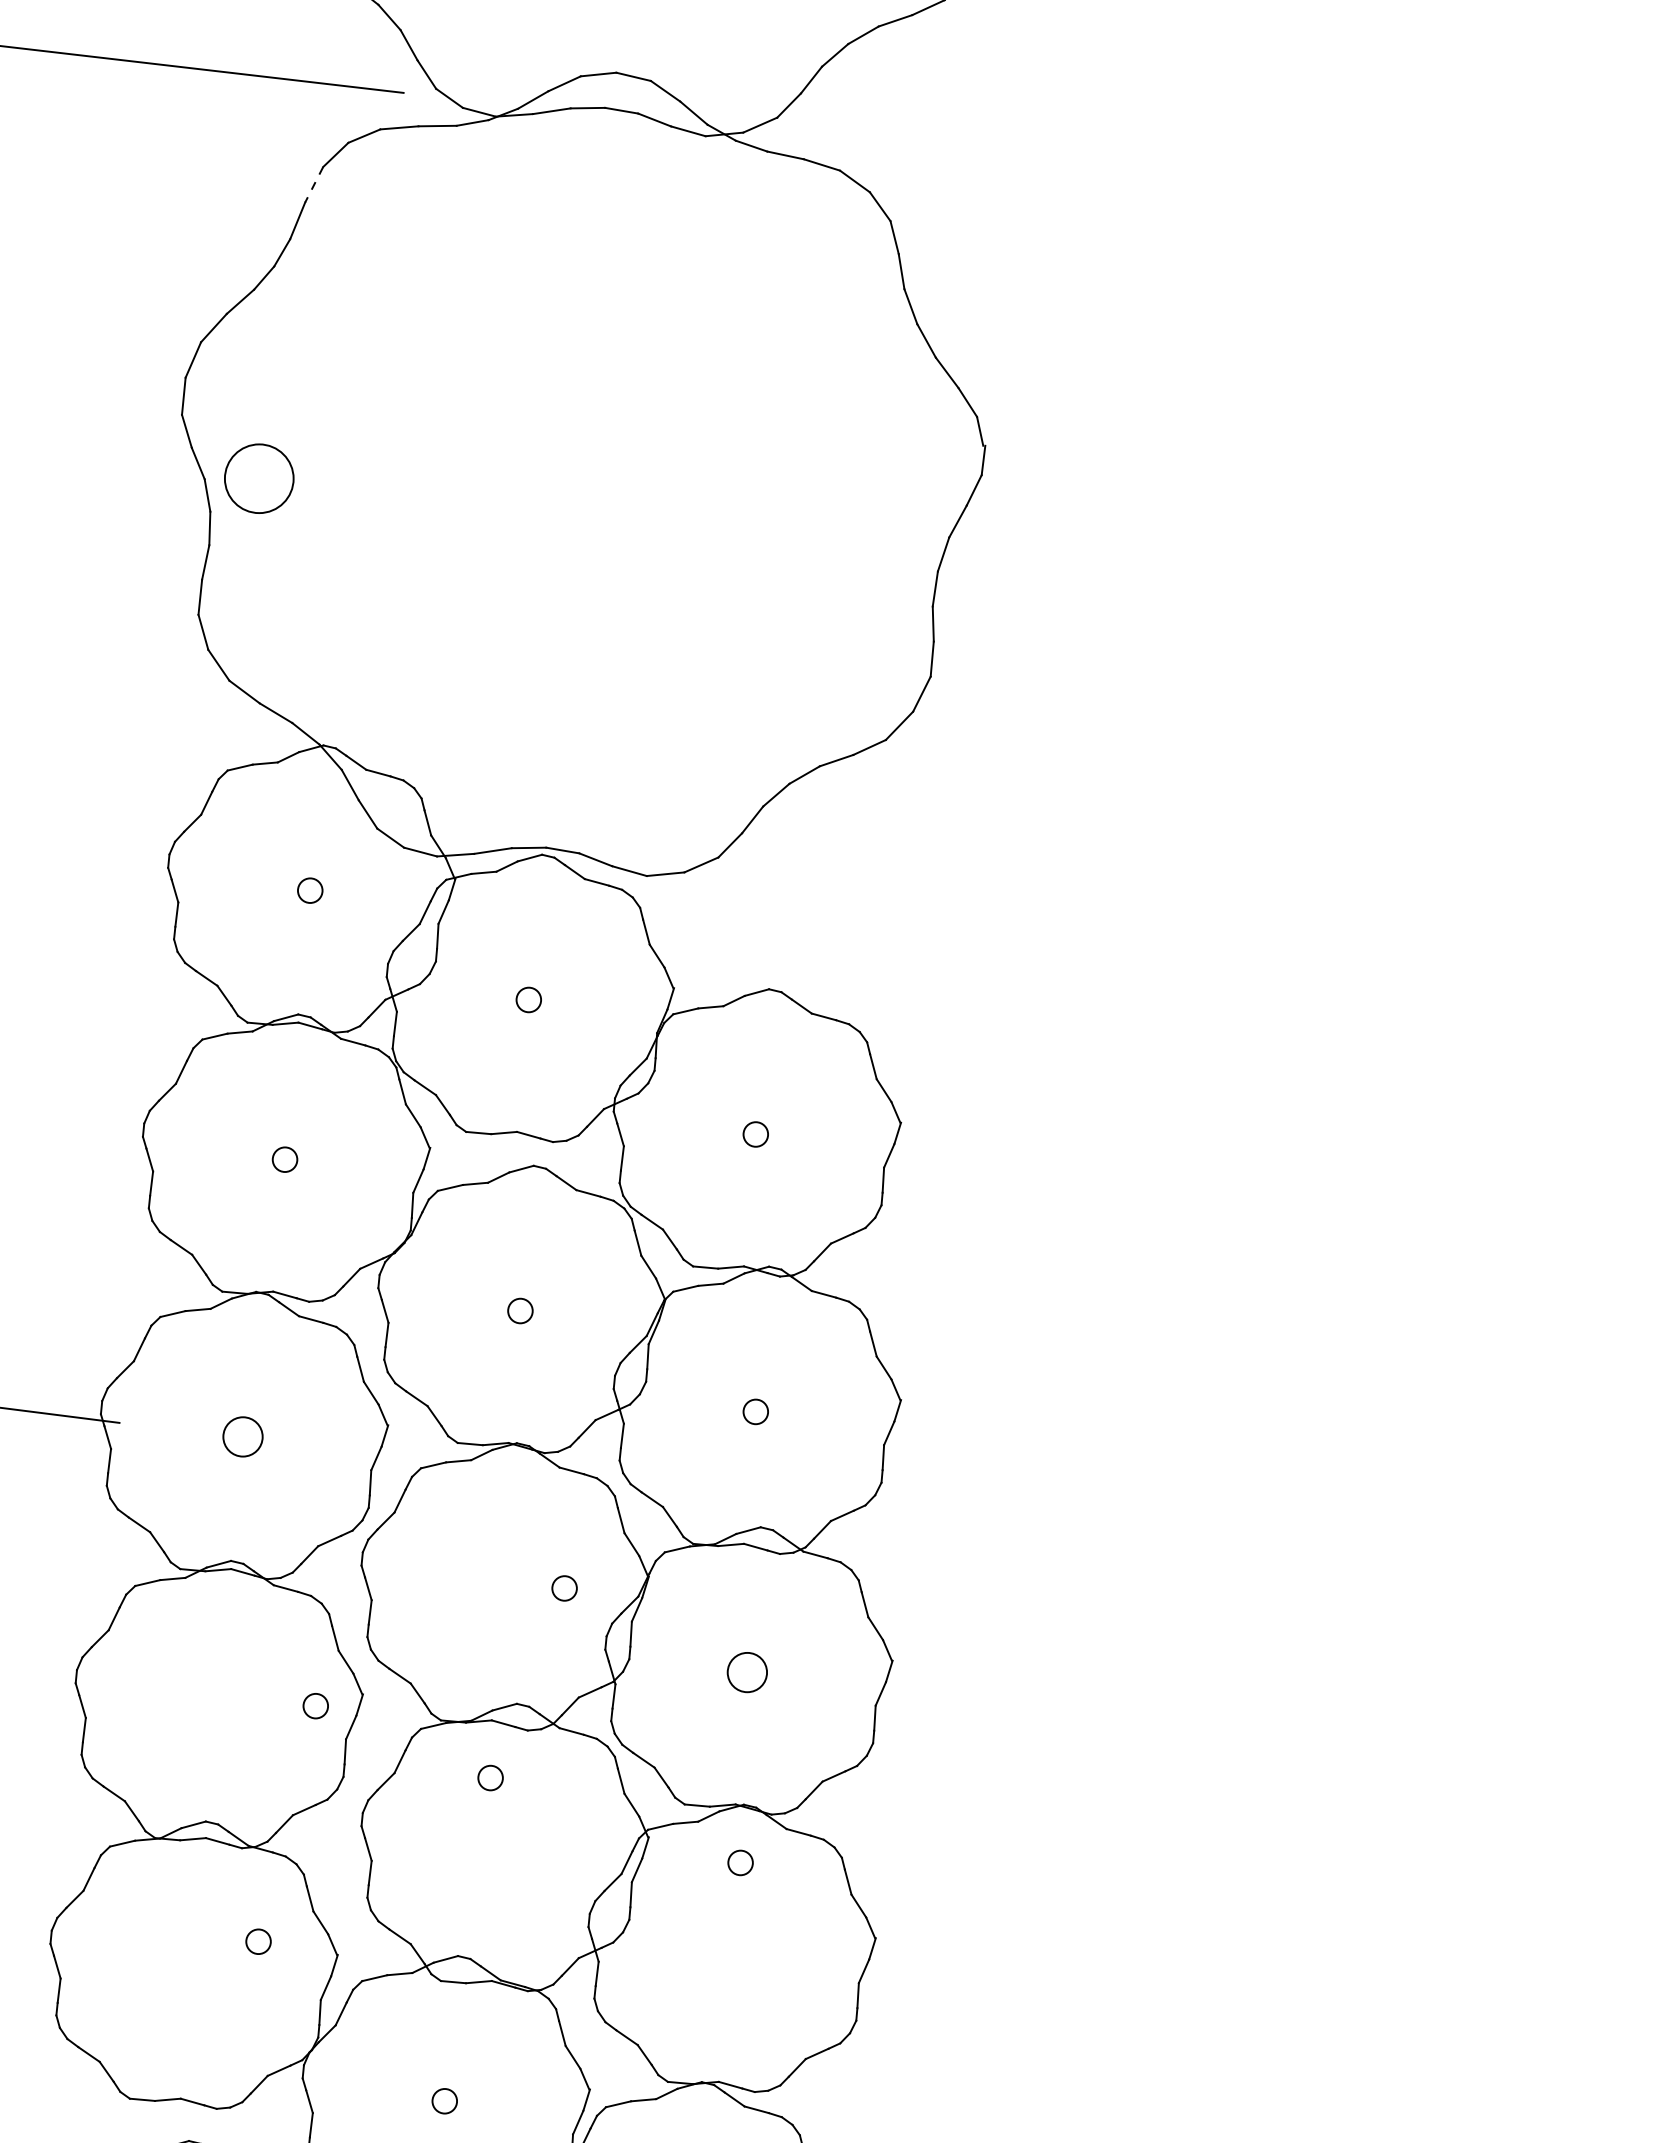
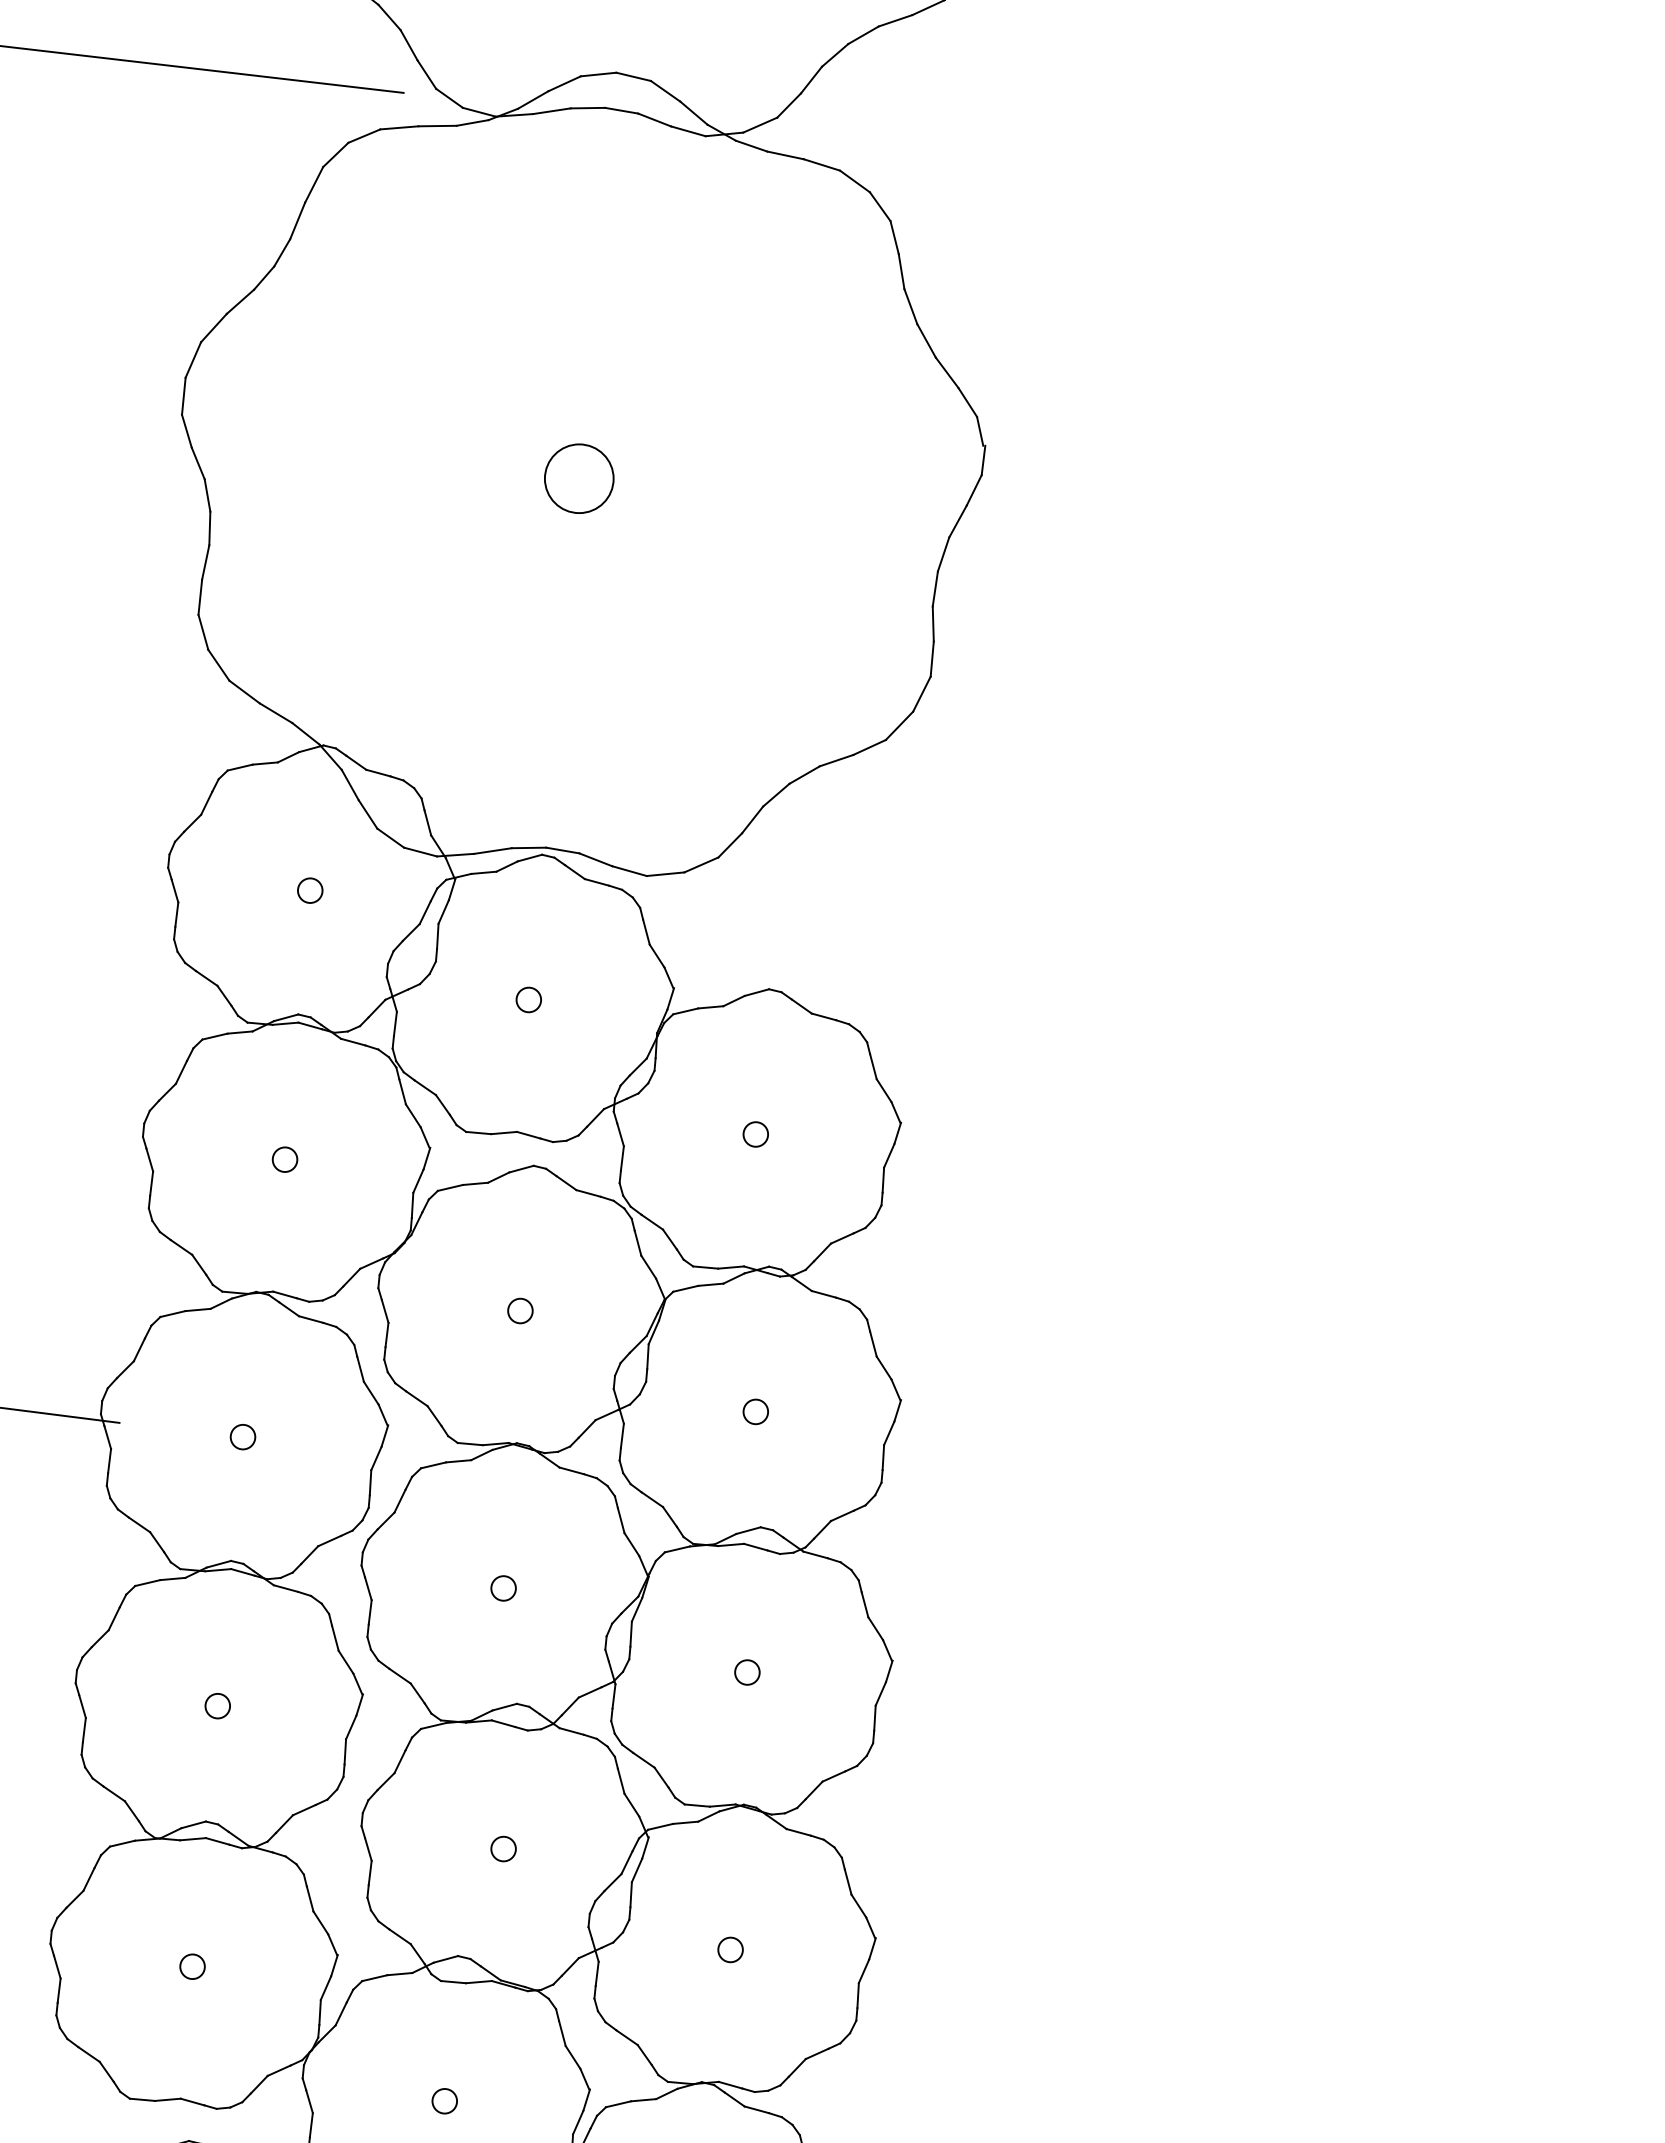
line at (314, 184): dashed -> solid
circle at (259, 478) position: (259, 478) -> (579, 478)
circle at (242, 1436) size: 42x42 px -> 28x27 px
circle at (564, 1588) position: (564, 1588) -> (503, 1588)
circle at (746, 1672) size: 42x42 px -> 27x27 px
circle at (315, 1706) position: (315, 1706) -> (217, 1706)
circle at (490, 1777) position: (490, 1777) -> (503, 1848)
circle at (740, 1862) position: (740, 1862) -> (730, 1949)
circle at (258, 1941) position: (258, 1941) -> (192, 1966)
